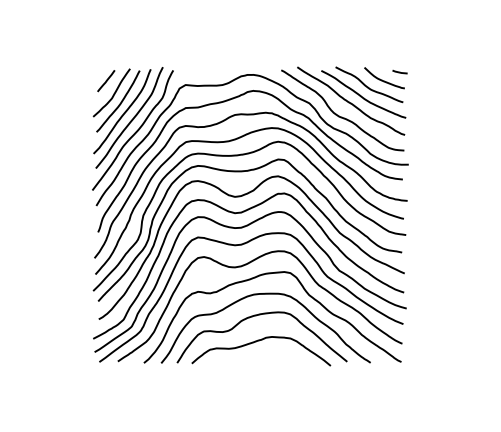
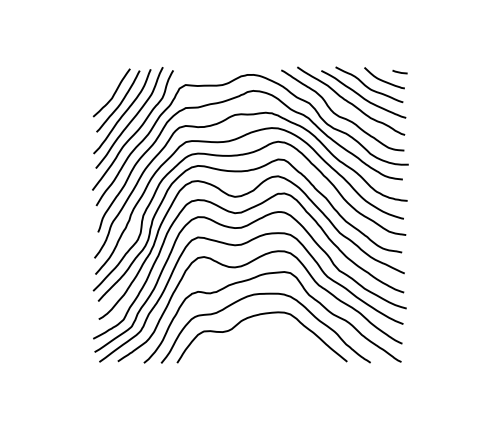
line at (106, 81): present -> none
curve at (259, 341): present -> none
